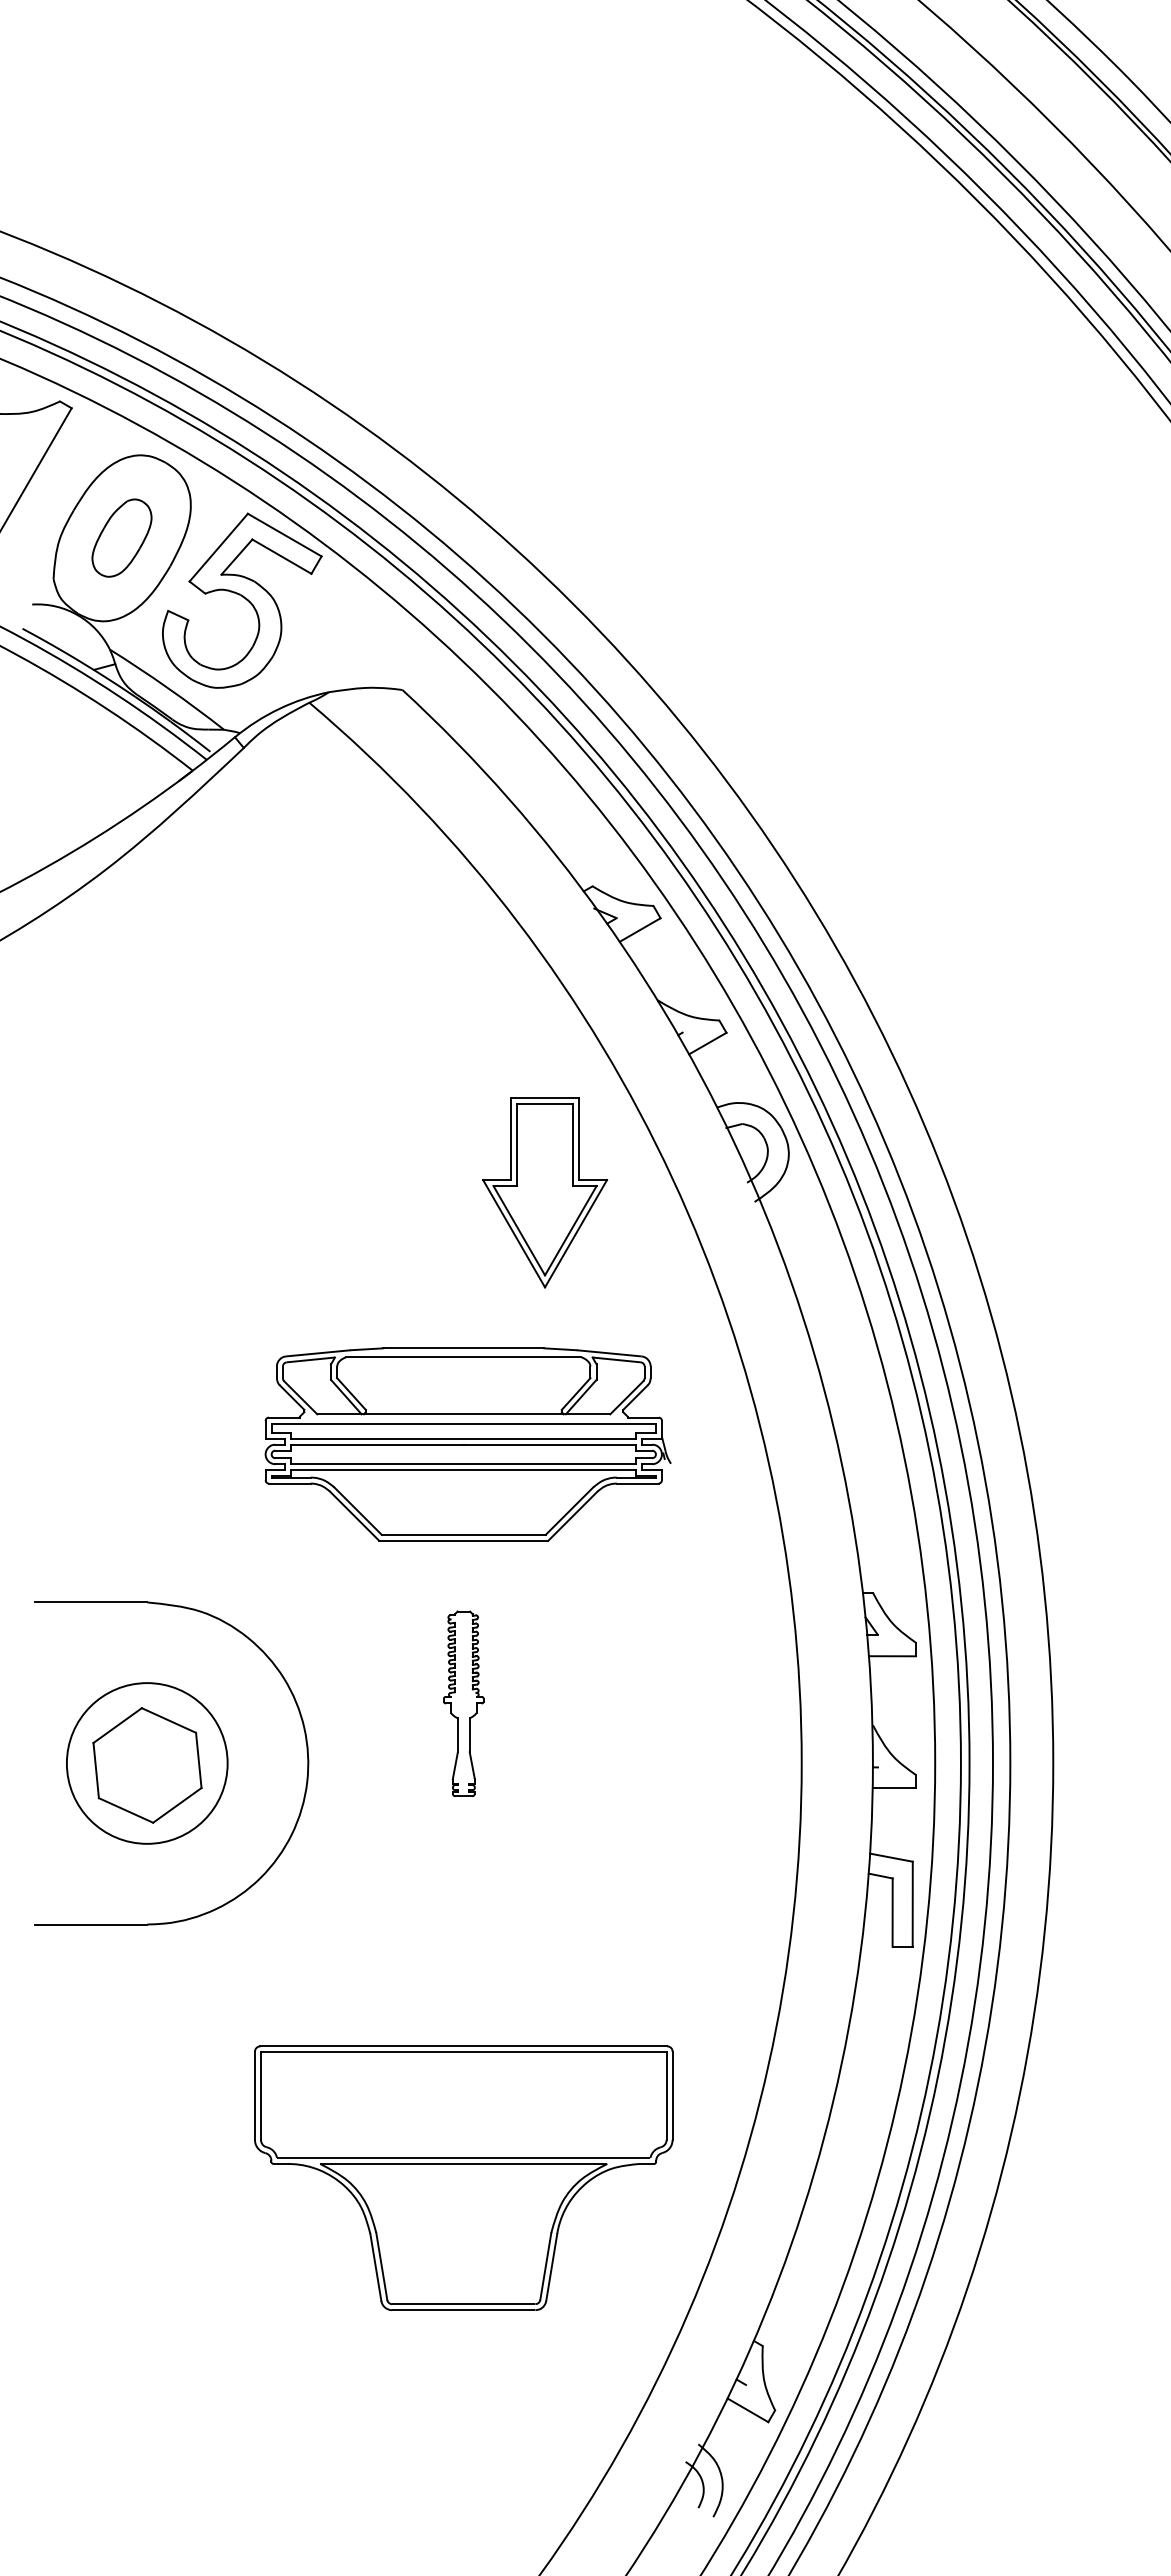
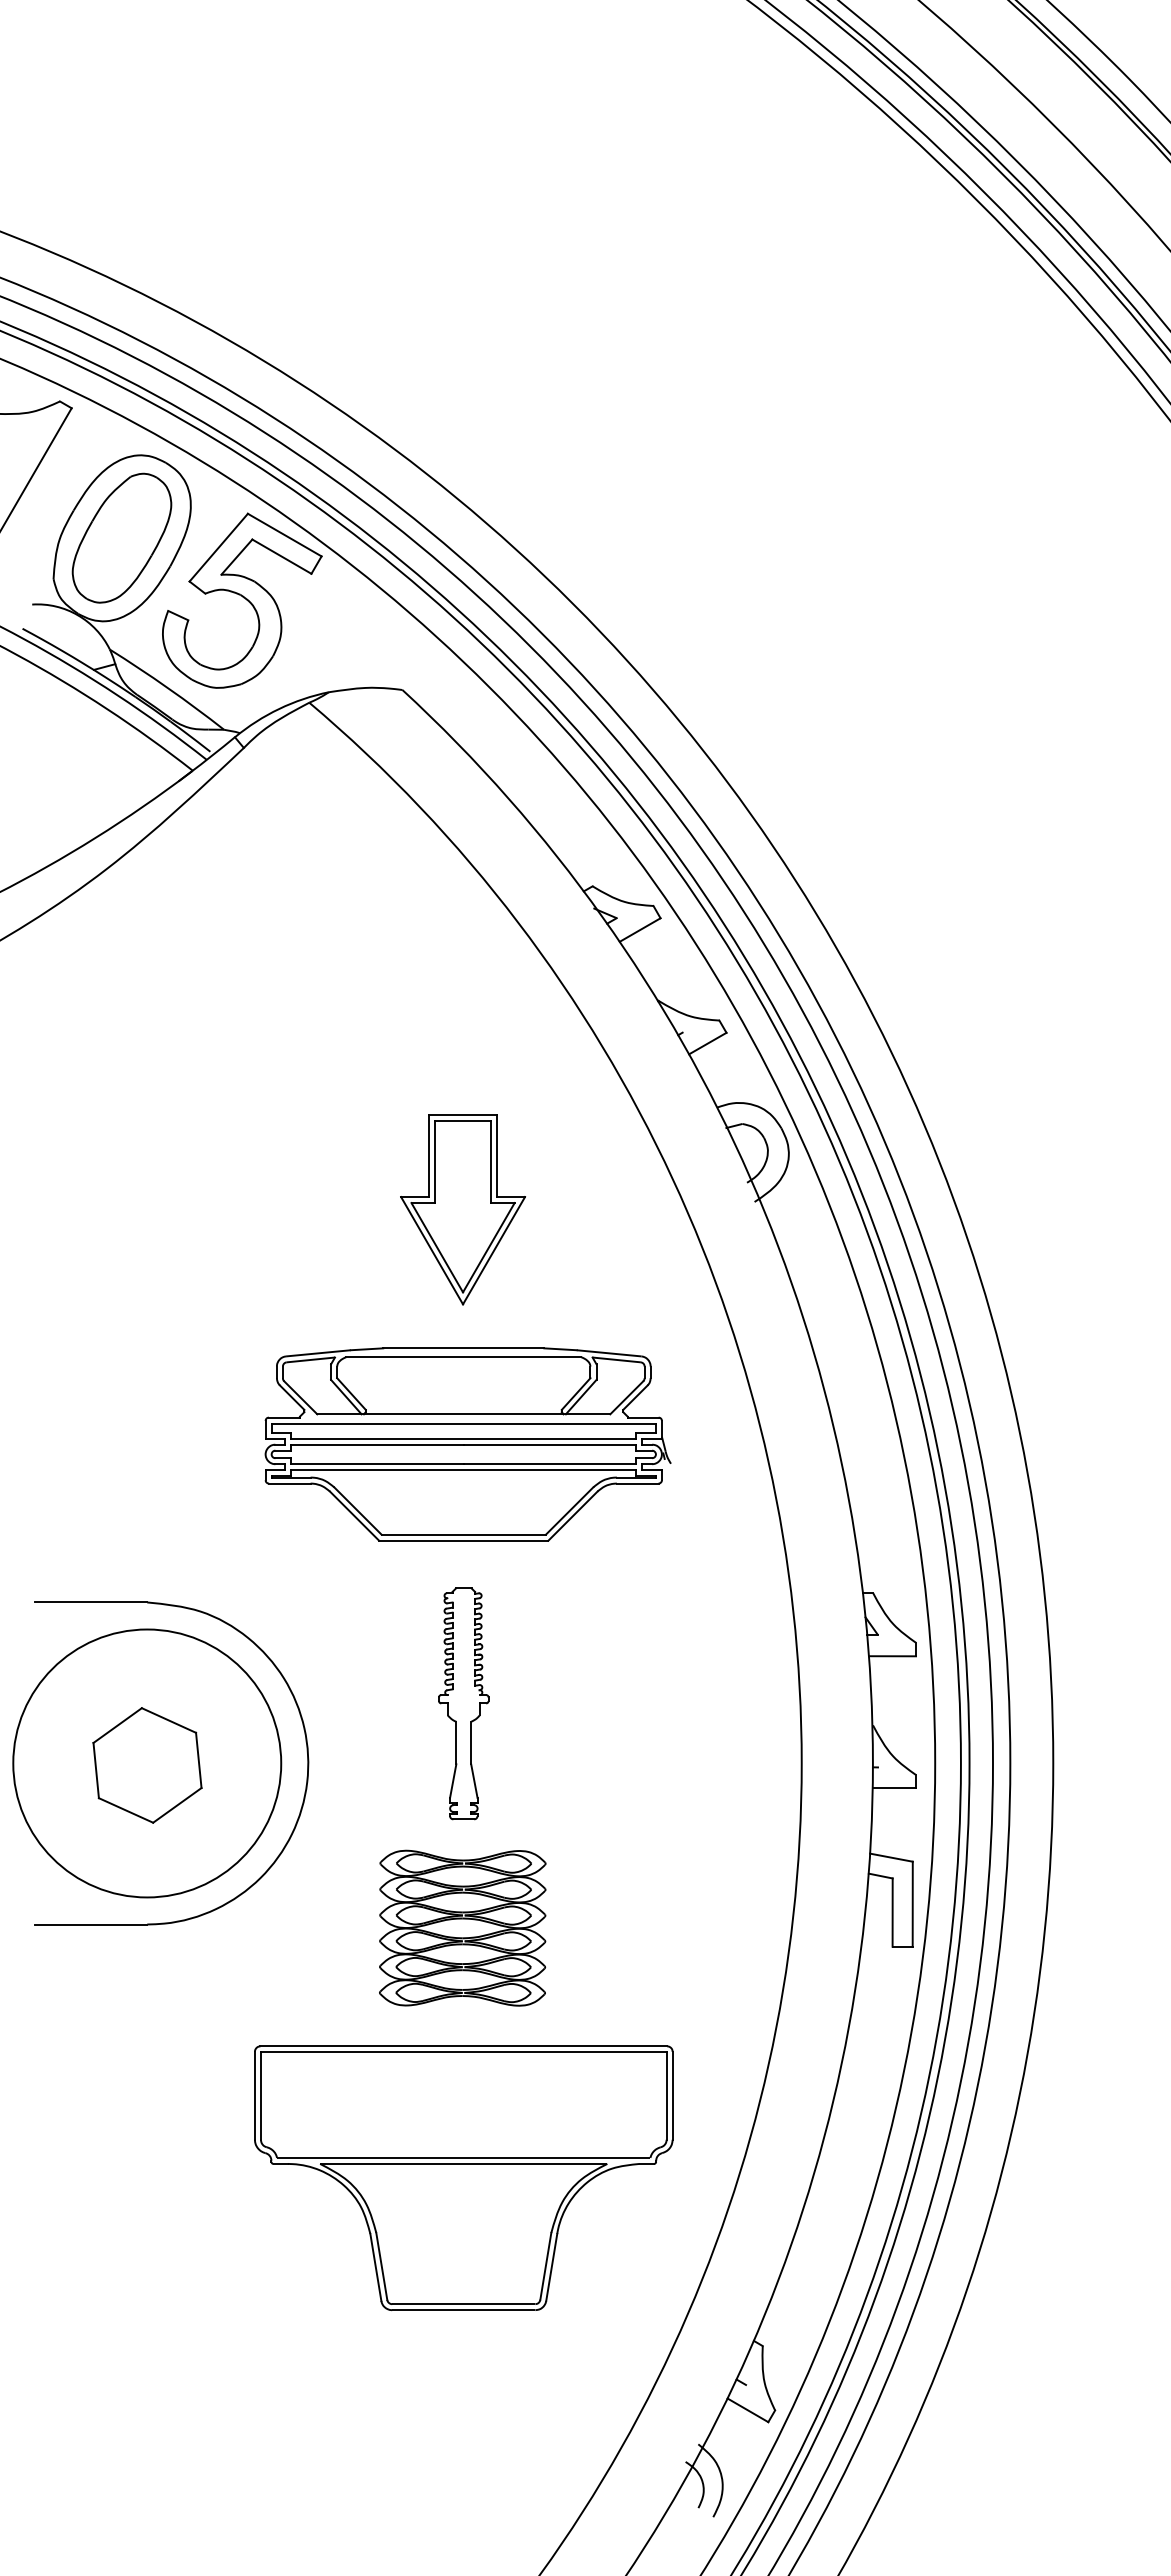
part at (121, 537) size: 62x80 px -> 102x132 px
part at (545, 1192) position: (545, 1192) -> (463, 1209)
part at (463, 1703) size: 42x188 px -> 52x234 px
circle at (146, 1763) diameter: 161 px -> 268 px
part at (462, 1927): none -> present
